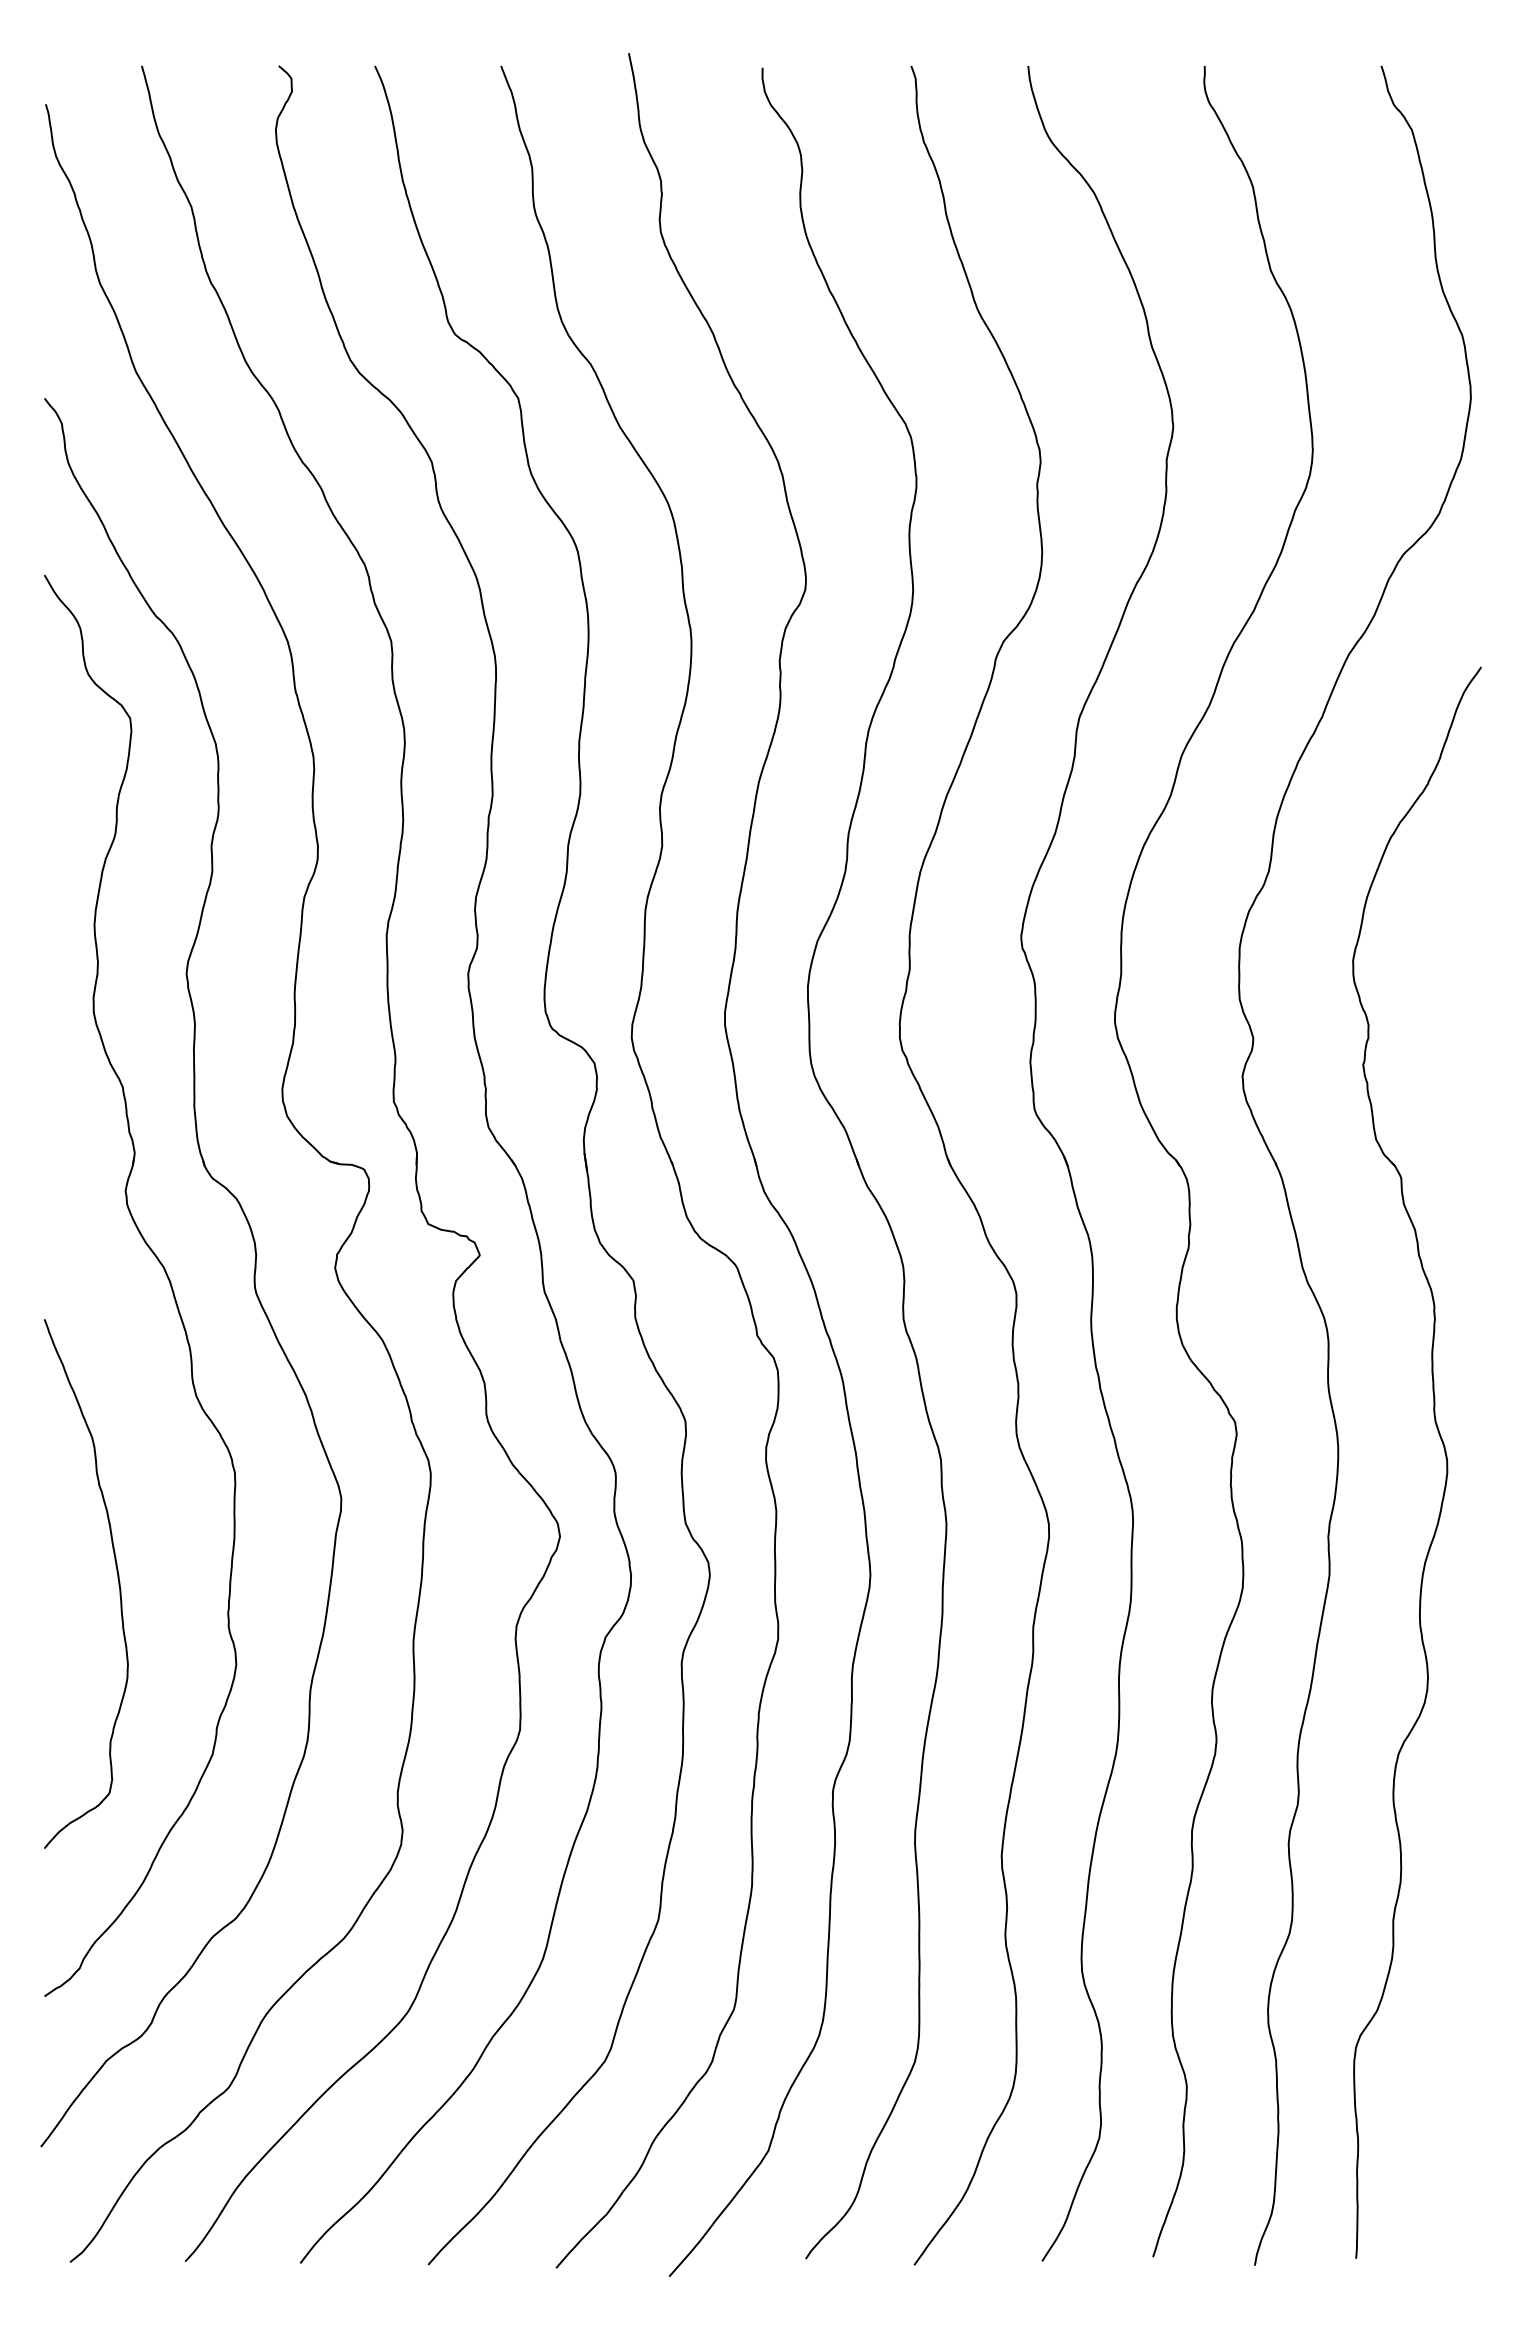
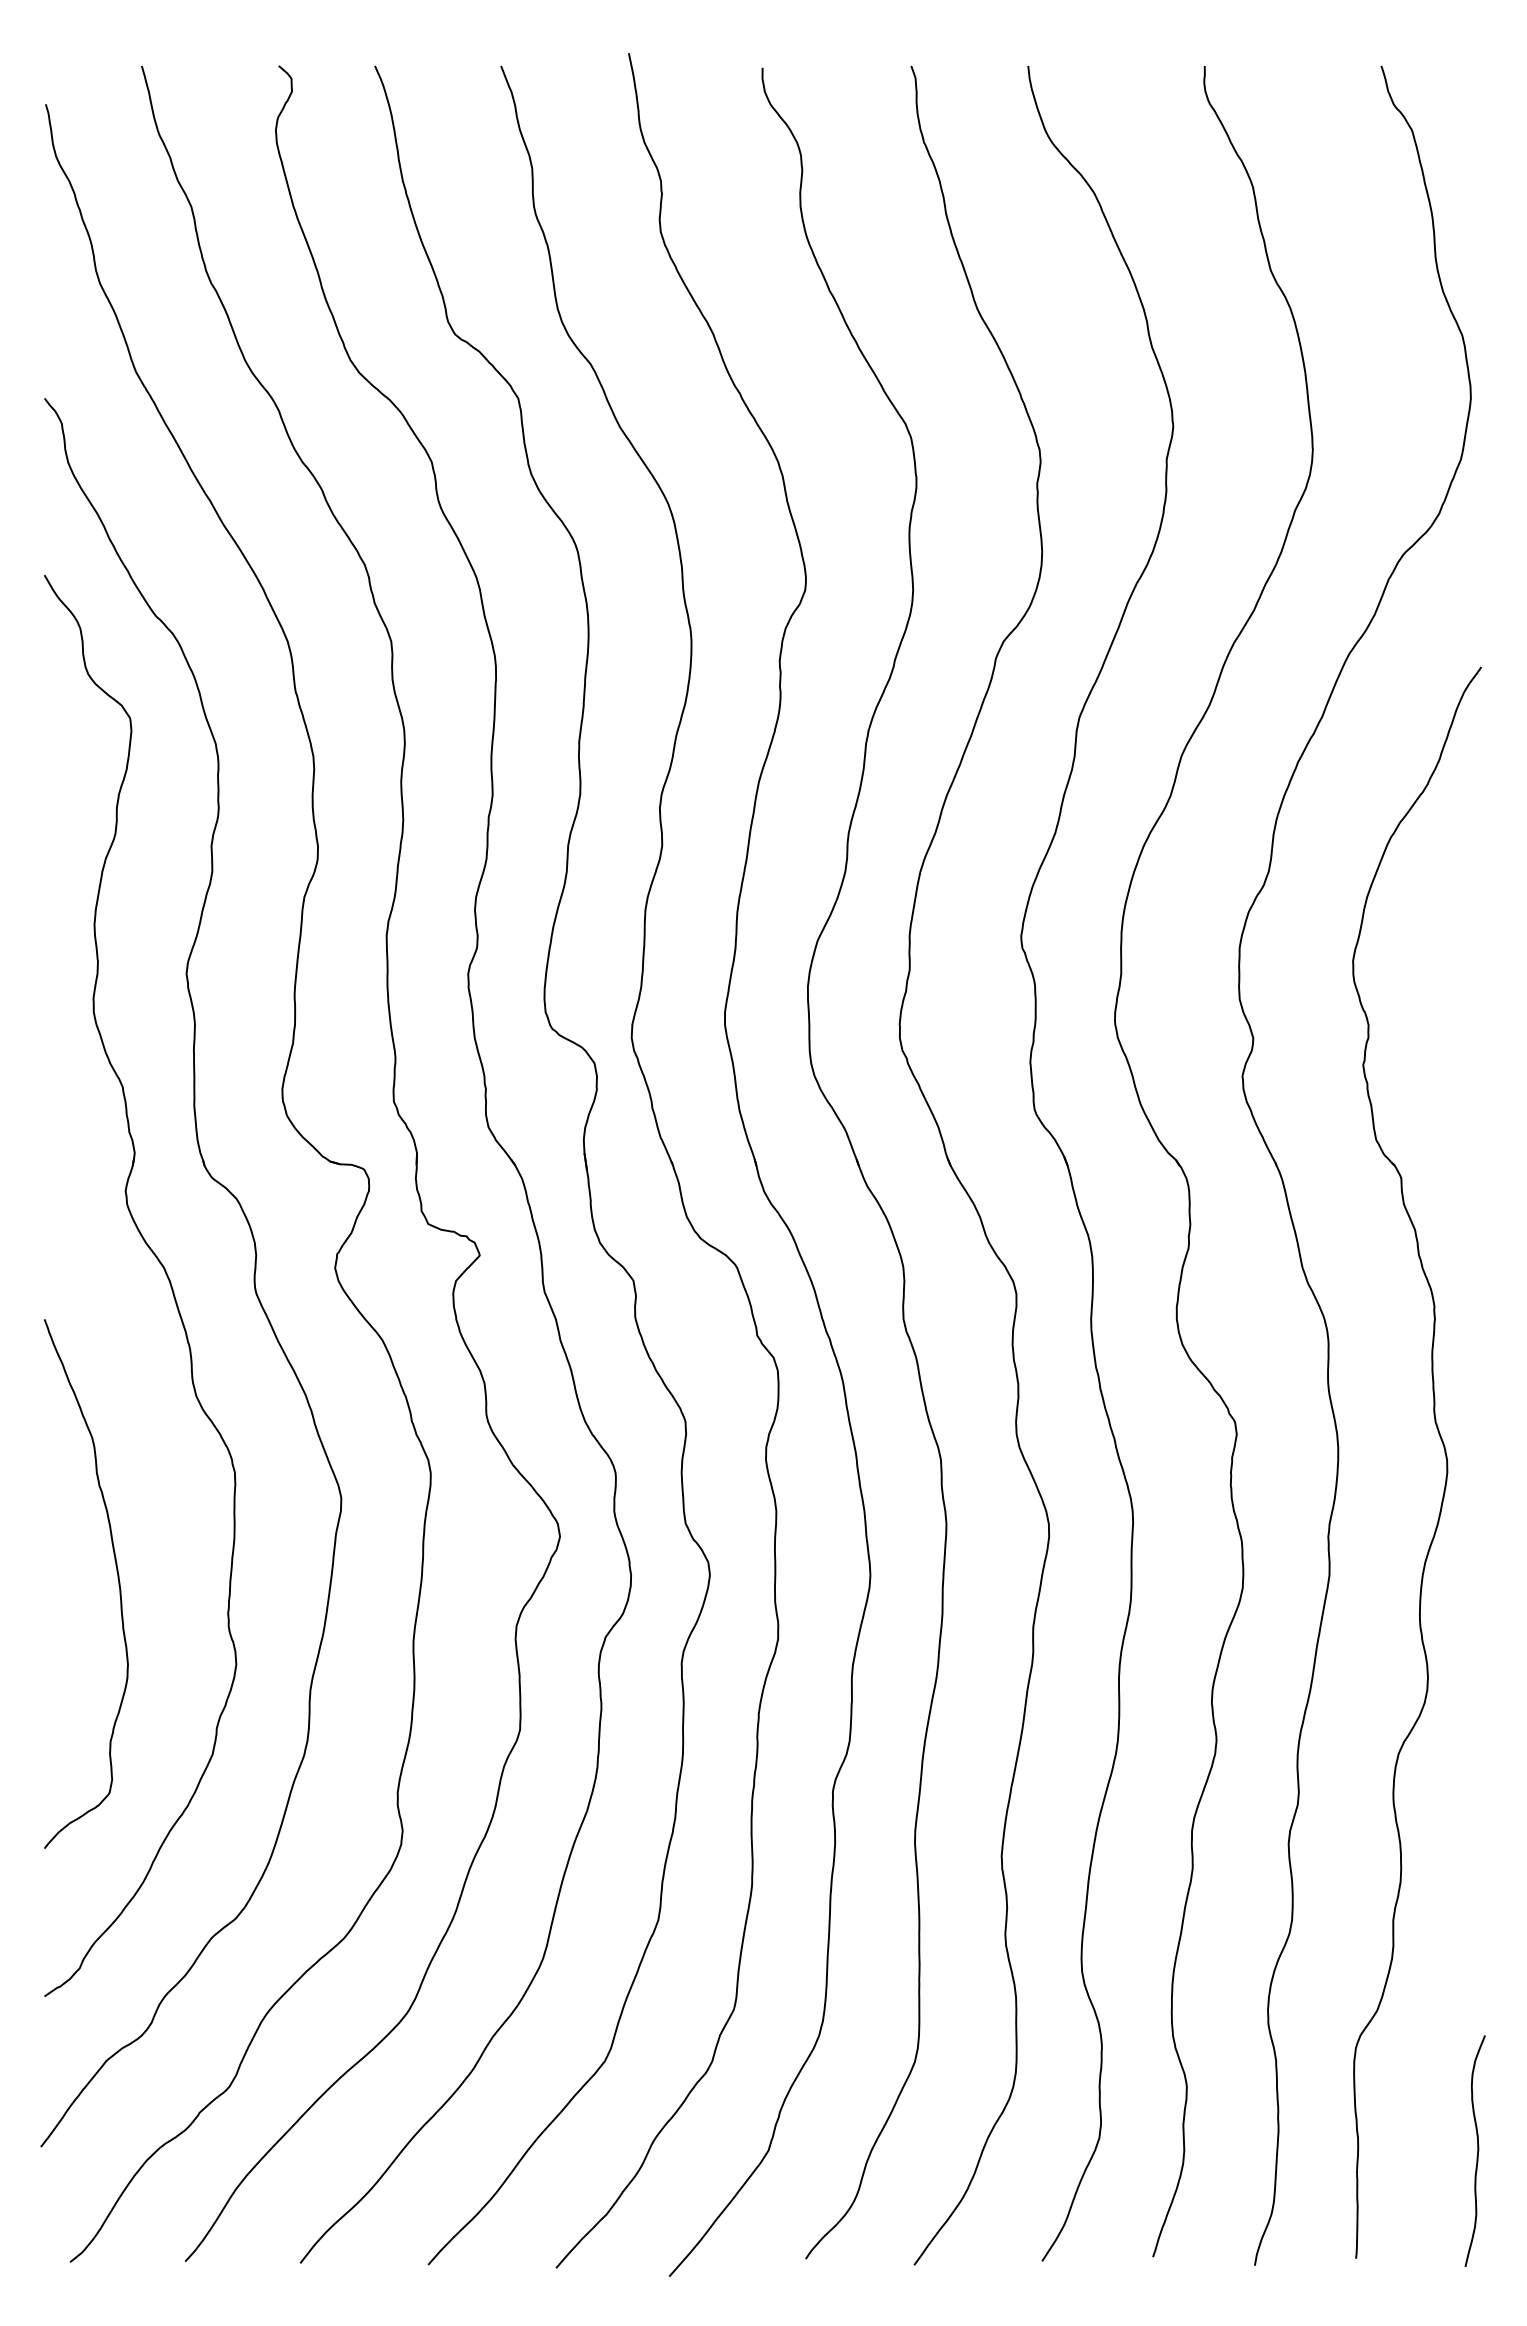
curve at (1477, 2150): none -> present
